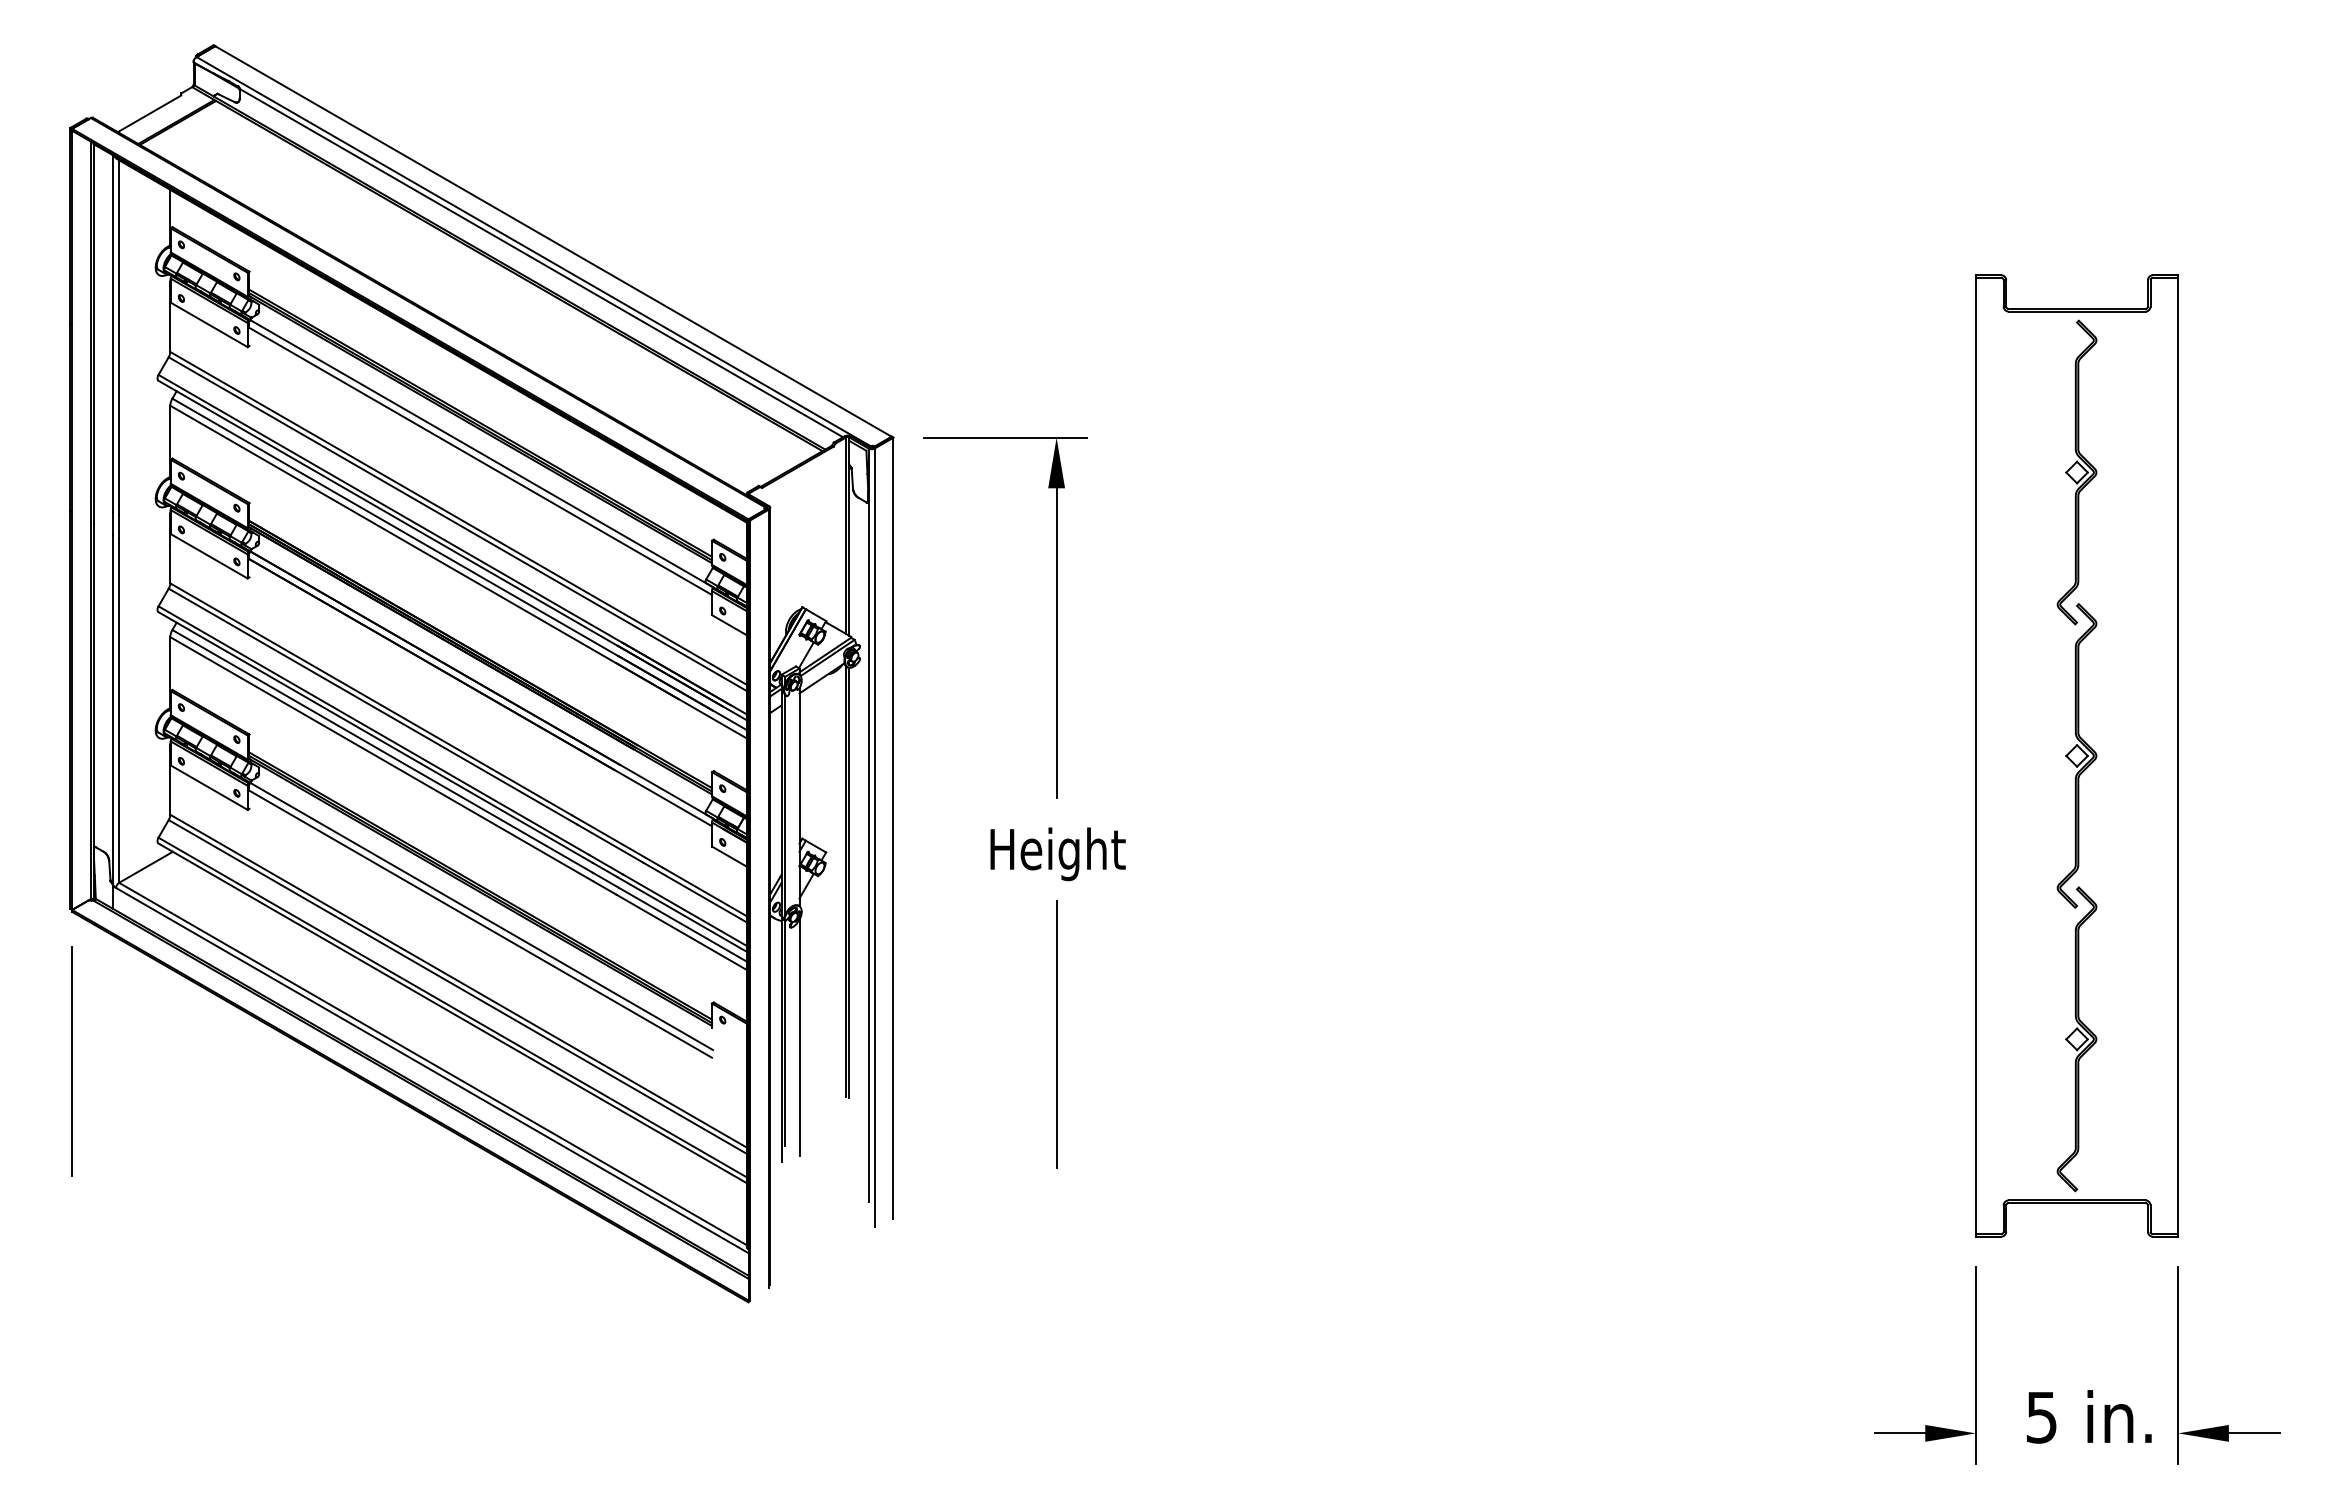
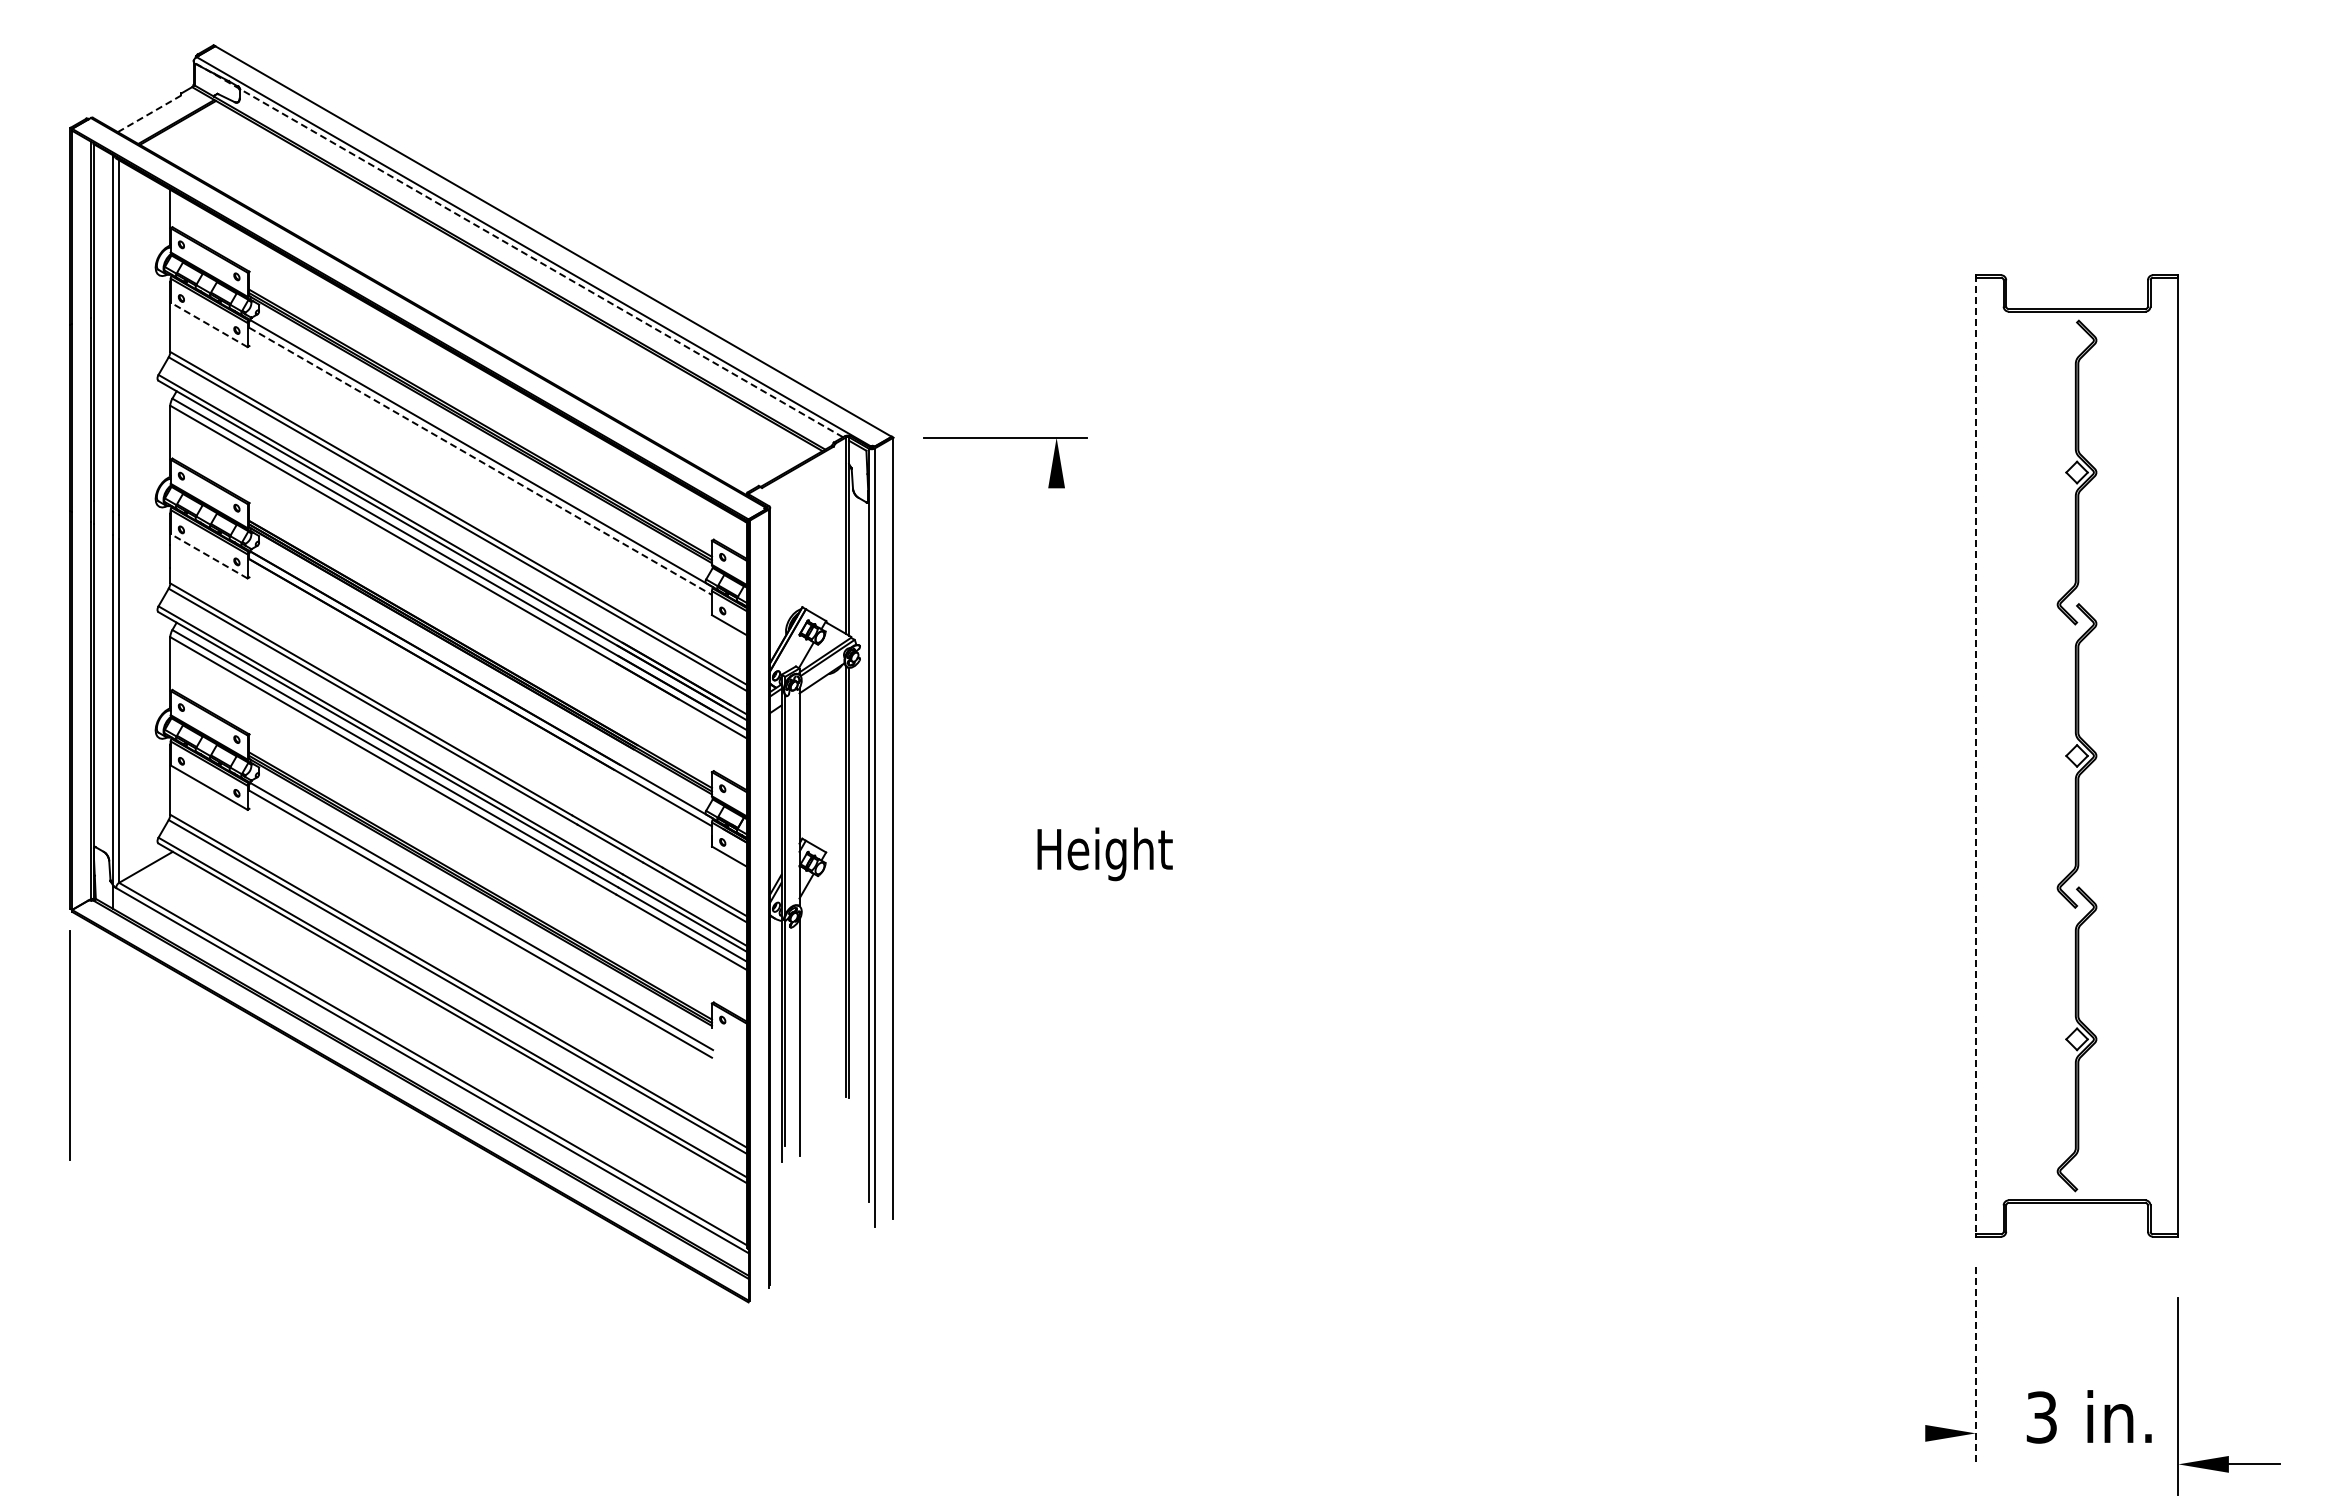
line at (149, 113): solid -> dashed
line at (517, 249): solid -> dashed
line at (208, 324): solid -> dashed
line at (481, 461): solid -> dashed
line at (208, 556): solid -> dashed
line at (1056, 643): present -> none
line at (1975, 756): solid -> dashed
text at (1057, 854) position: (1057, 854) -> (1104, 854)
line at (1056, 1034): present -> none
line at (71, 1061) position: (71, 1061) -> (69, 1045)
line at (1975, 1365): solid -> dashed
part at (2178, 1365) position: (2178, 1365) -> (2178, 1396)
text at (2041, 1417): 5 -> 3
line at (1899, 1433): present -> none
